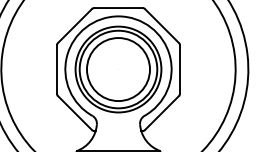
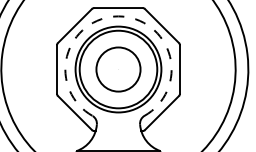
arc at (118, 16): solid -> dashed
circle at (118, 69) diameter: 63 px -> 44 px
